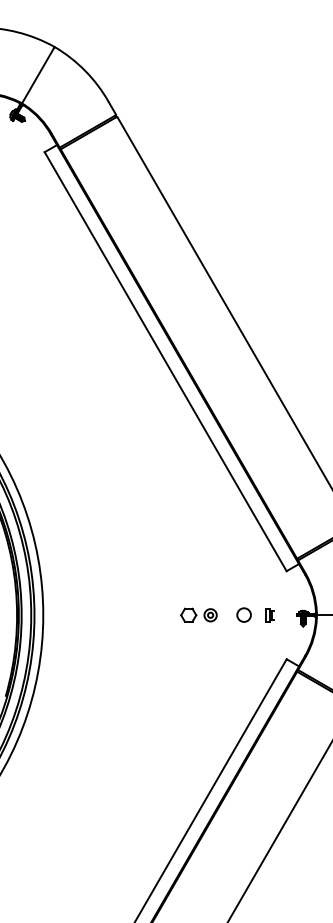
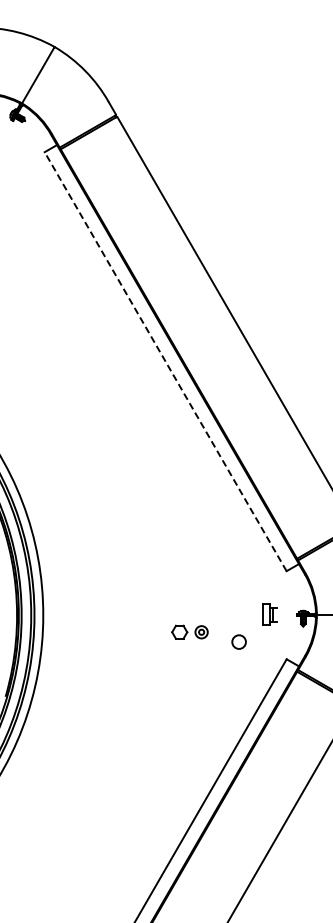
line at (165, 361): solid -> dashed
part at (198, 614) position: (198, 614) -> (189, 631)
circle at (243, 614) position: (243, 614) -> (238, 641)
part at (269, 615) size: 10x15 px -> 16x23 px
